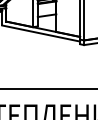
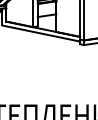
line at (48, 89): present -> none
